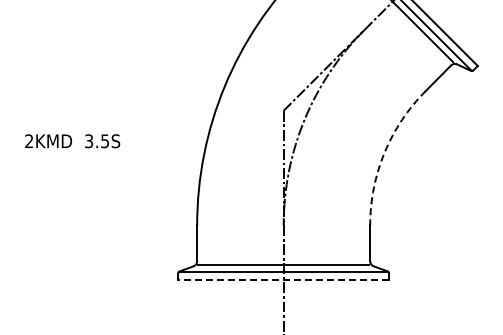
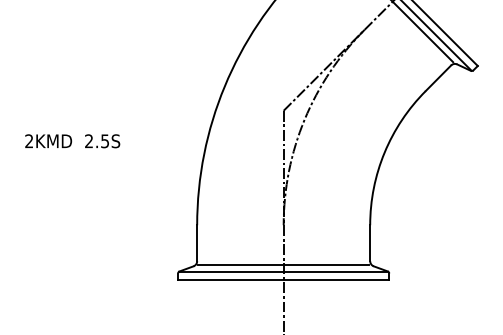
text at (89, 141): 3.5S -> 2.5S
arc at (384, 152): dashed -> solid
line at (283, 279): dashed -> solid
